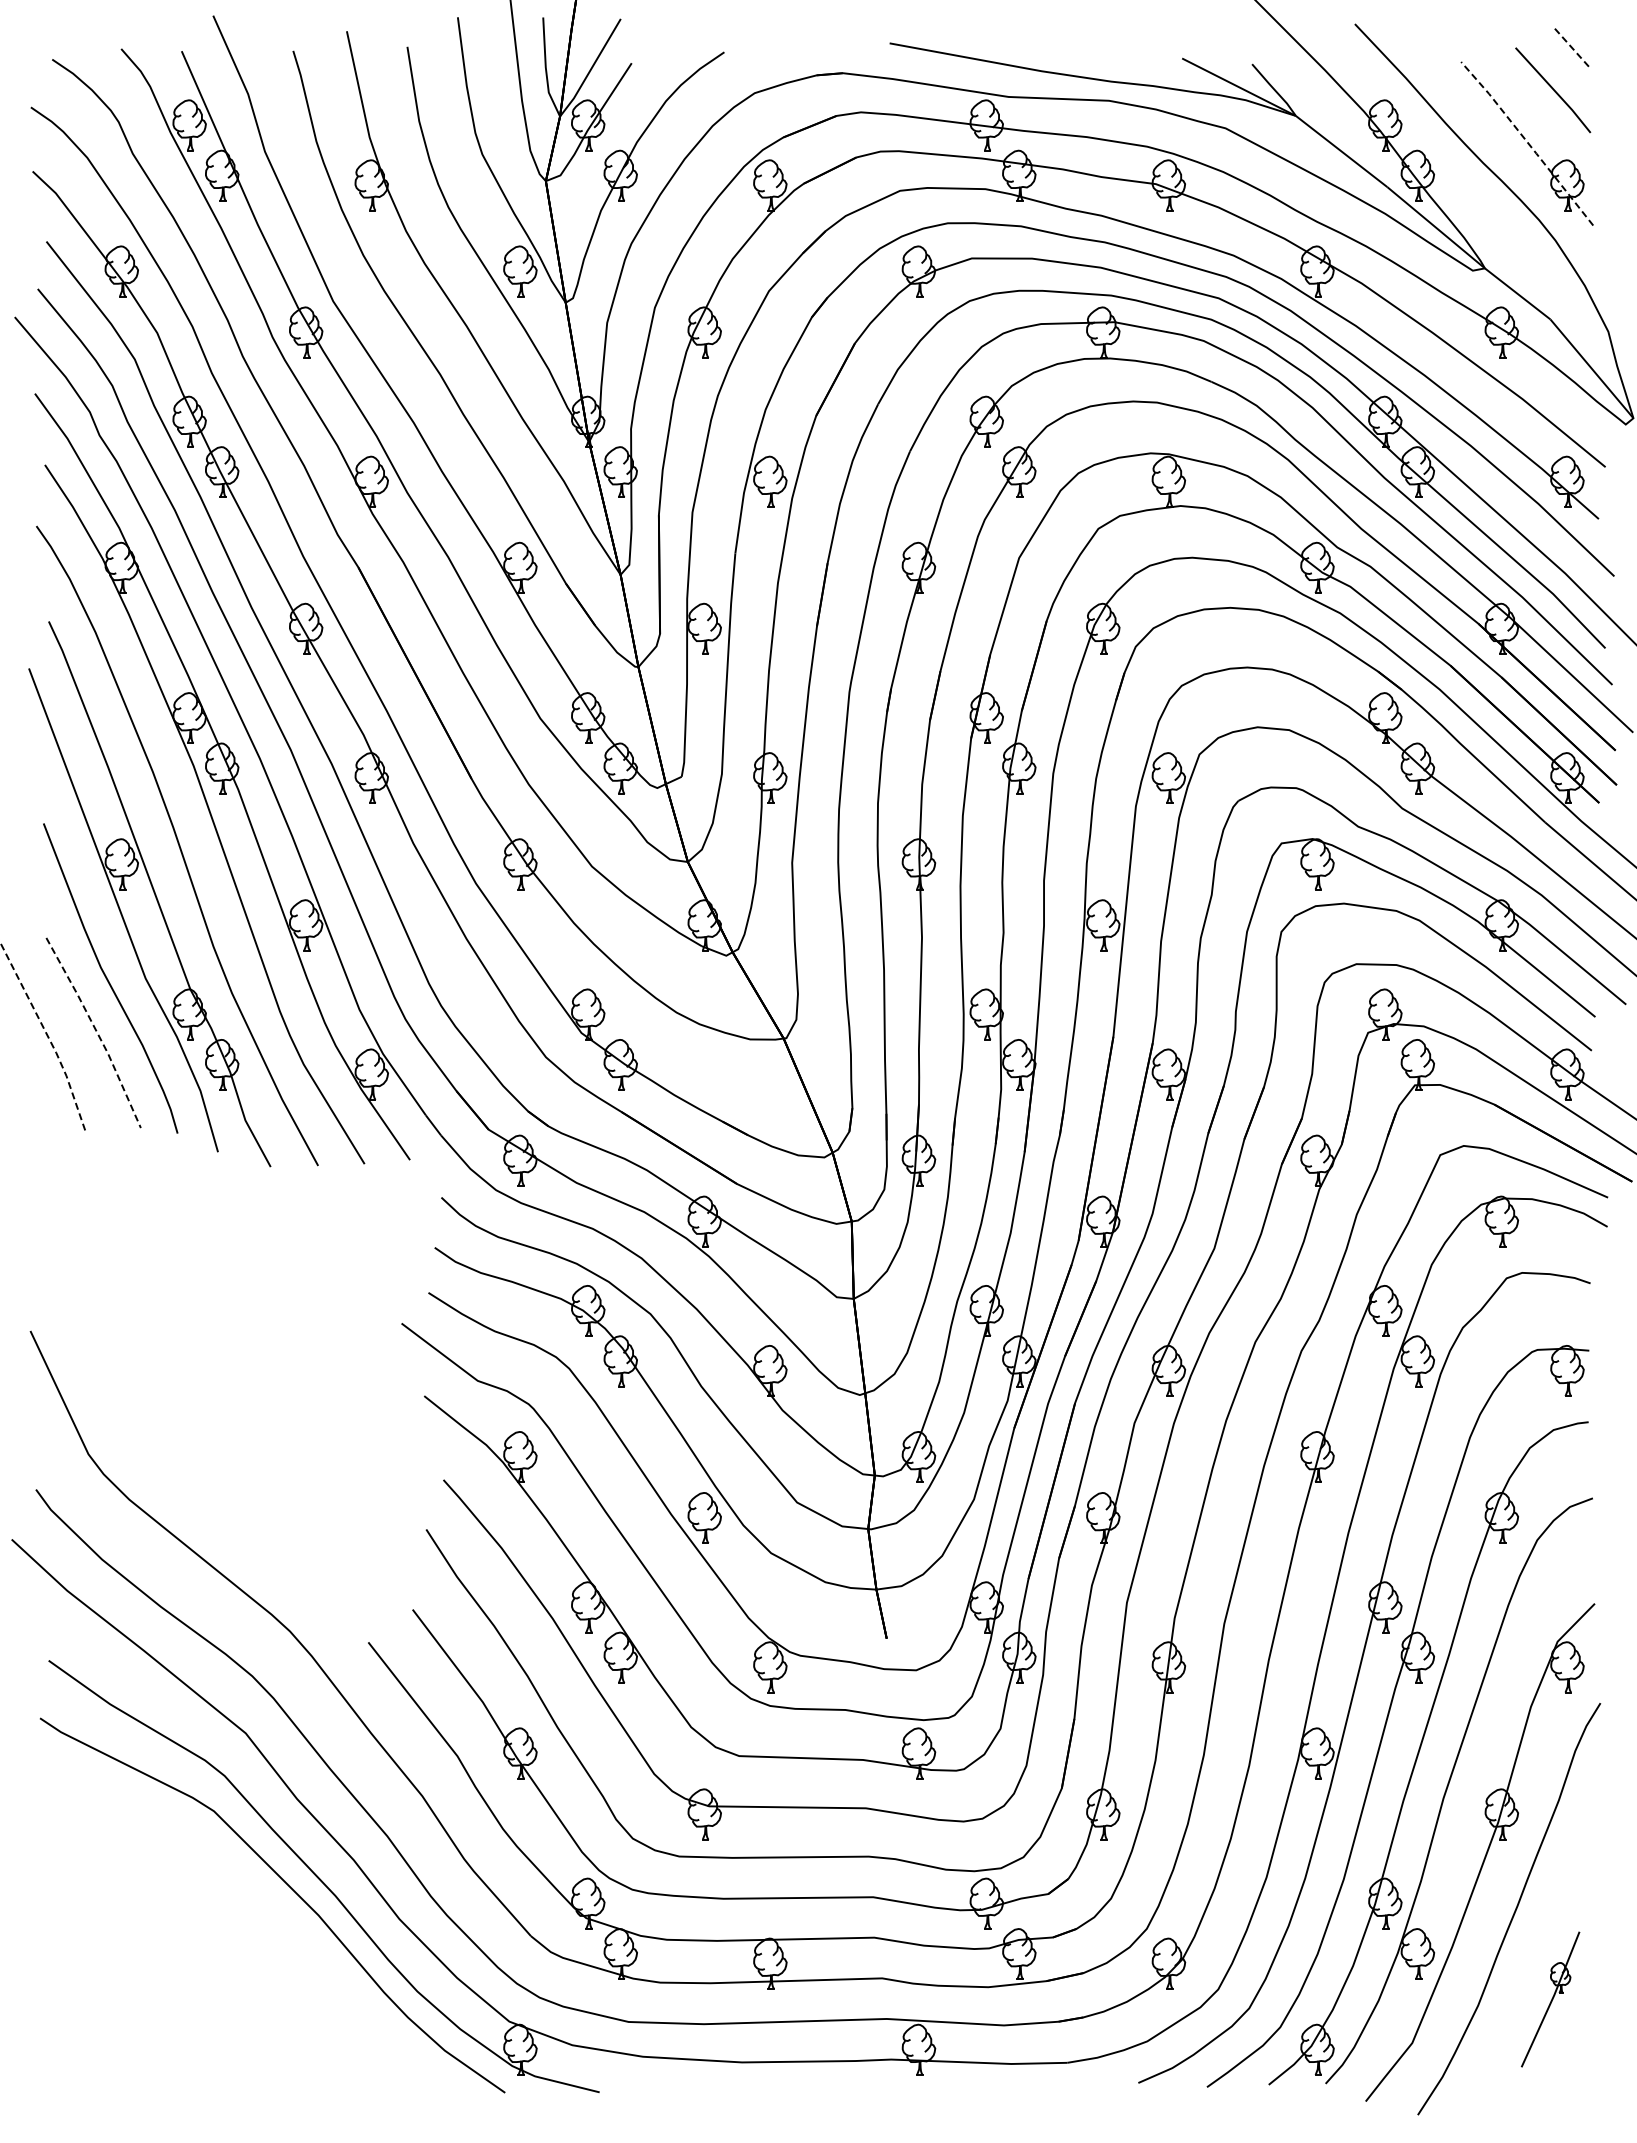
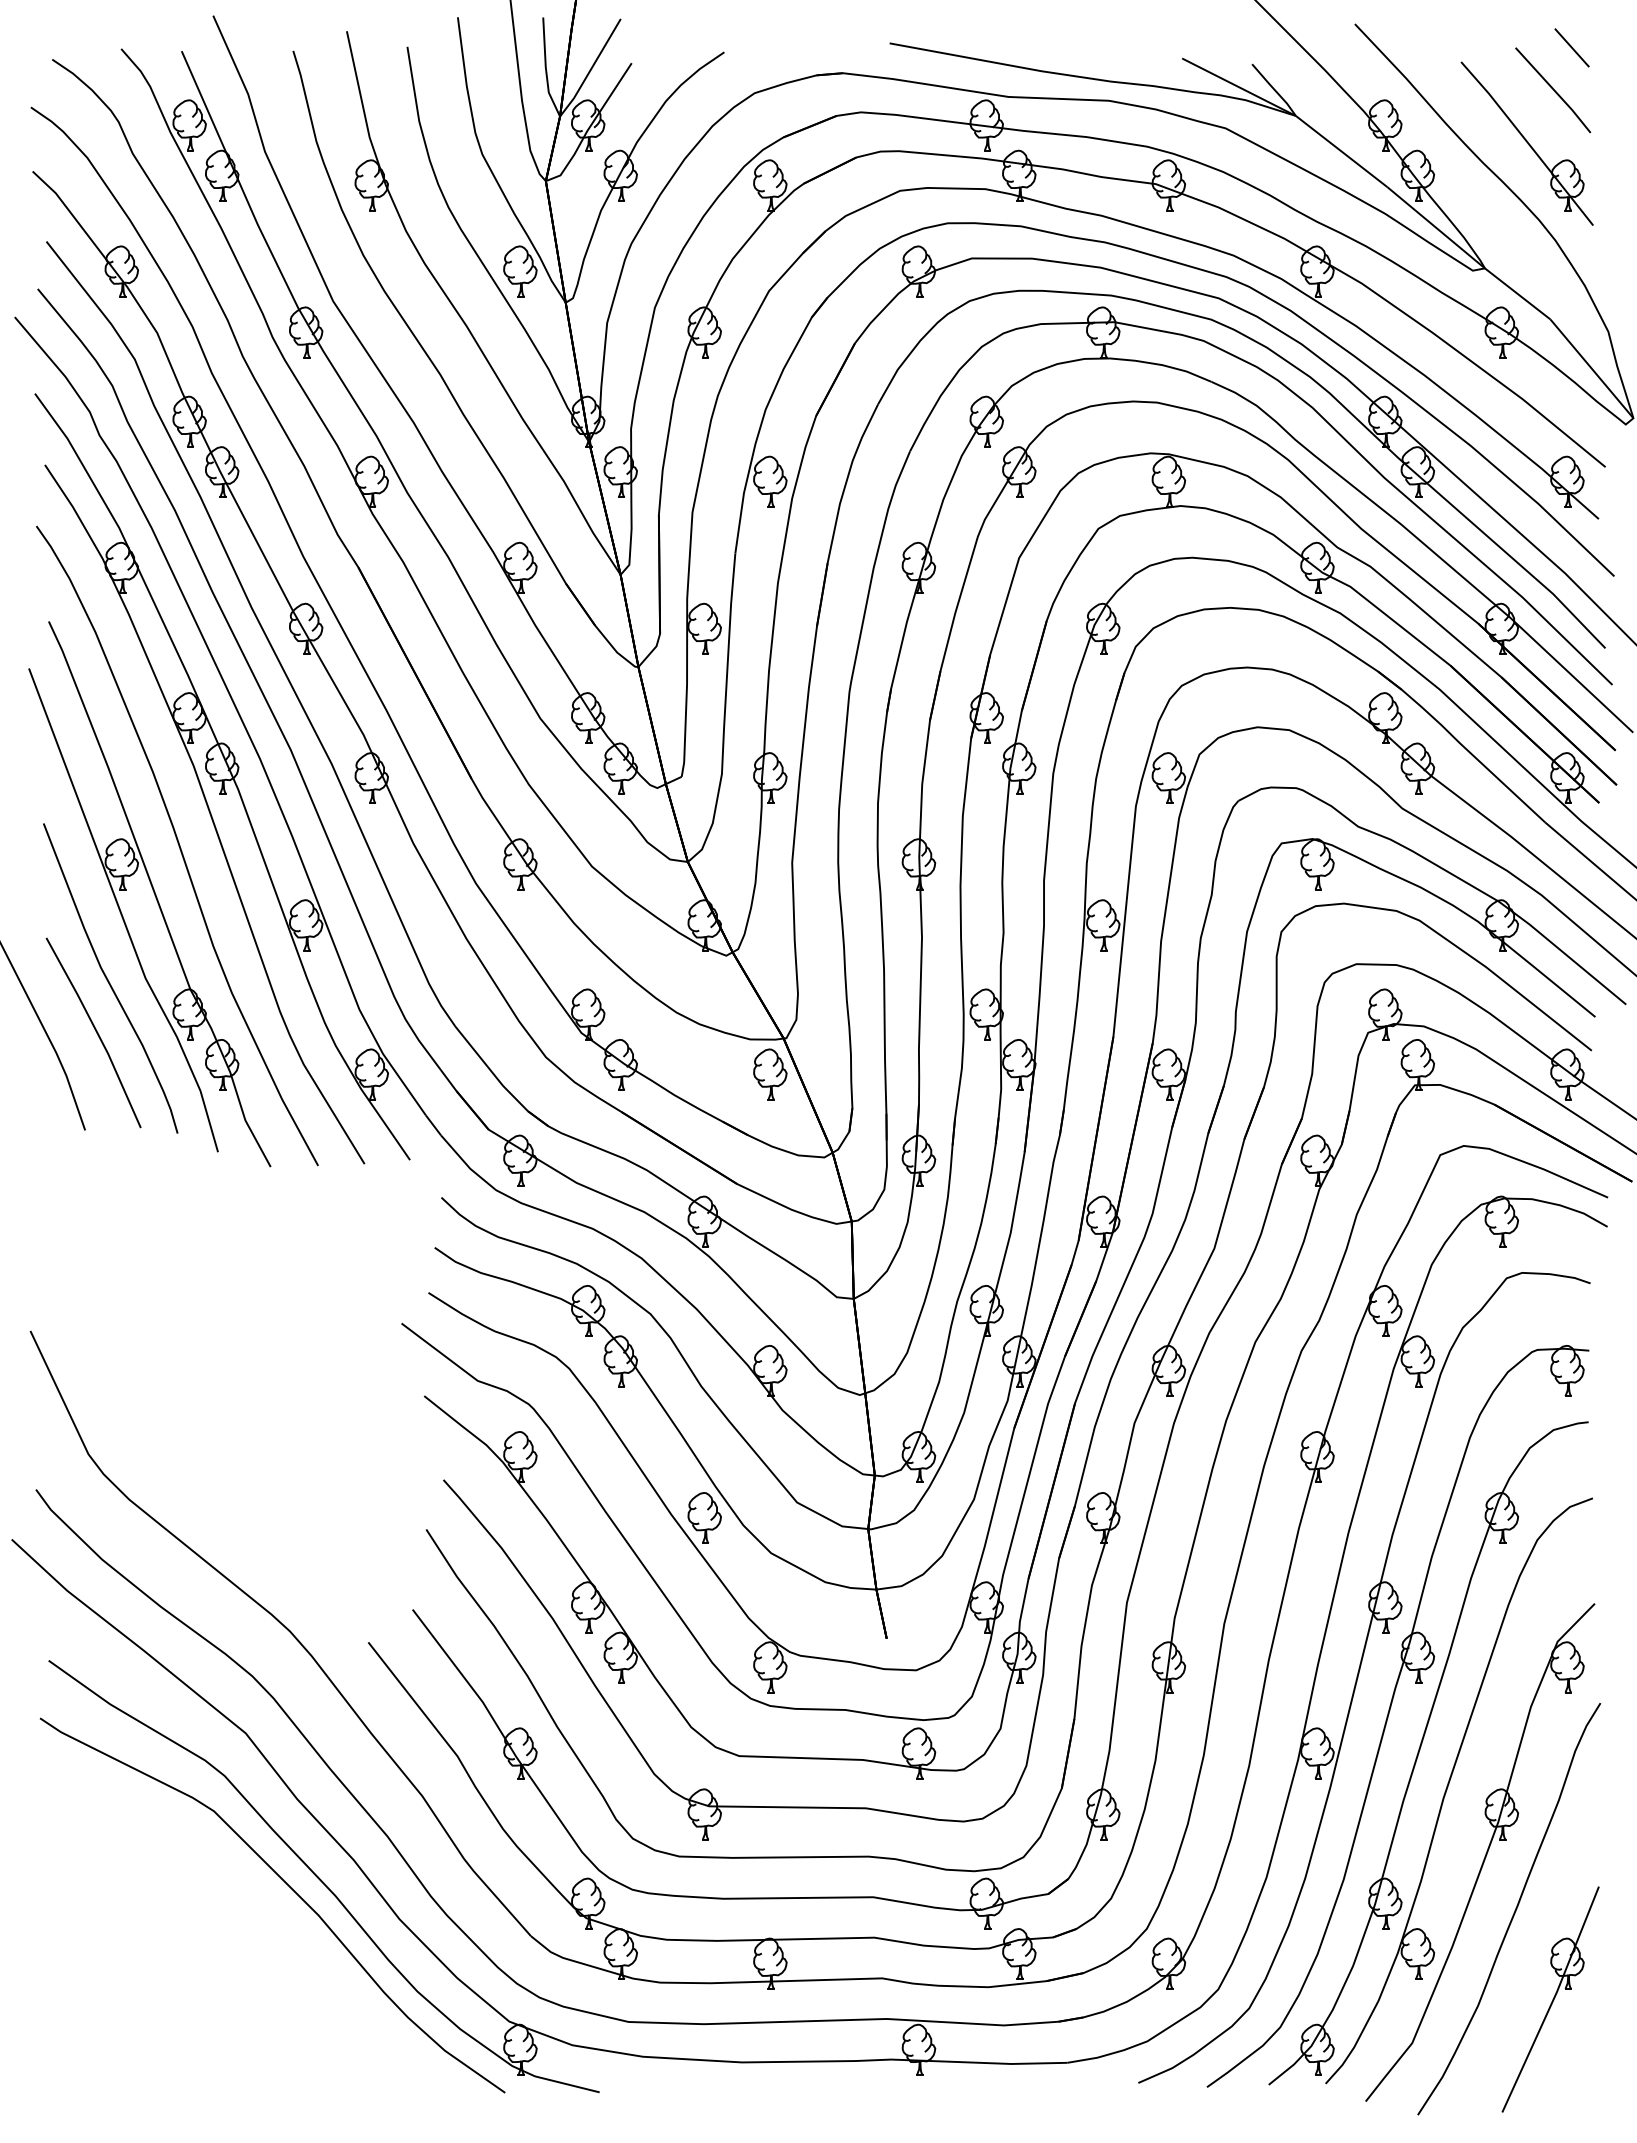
line at (1572, 47): dashed -> solid
line at (1527, 142): dashed -> solid
line at (96, 1031): dashed -> solid
line at (47, 1036): dashed -> solid
part at (770, 1074): none -> present
part at (1550, 1999) size: 60x137 px -> 99x227 px
